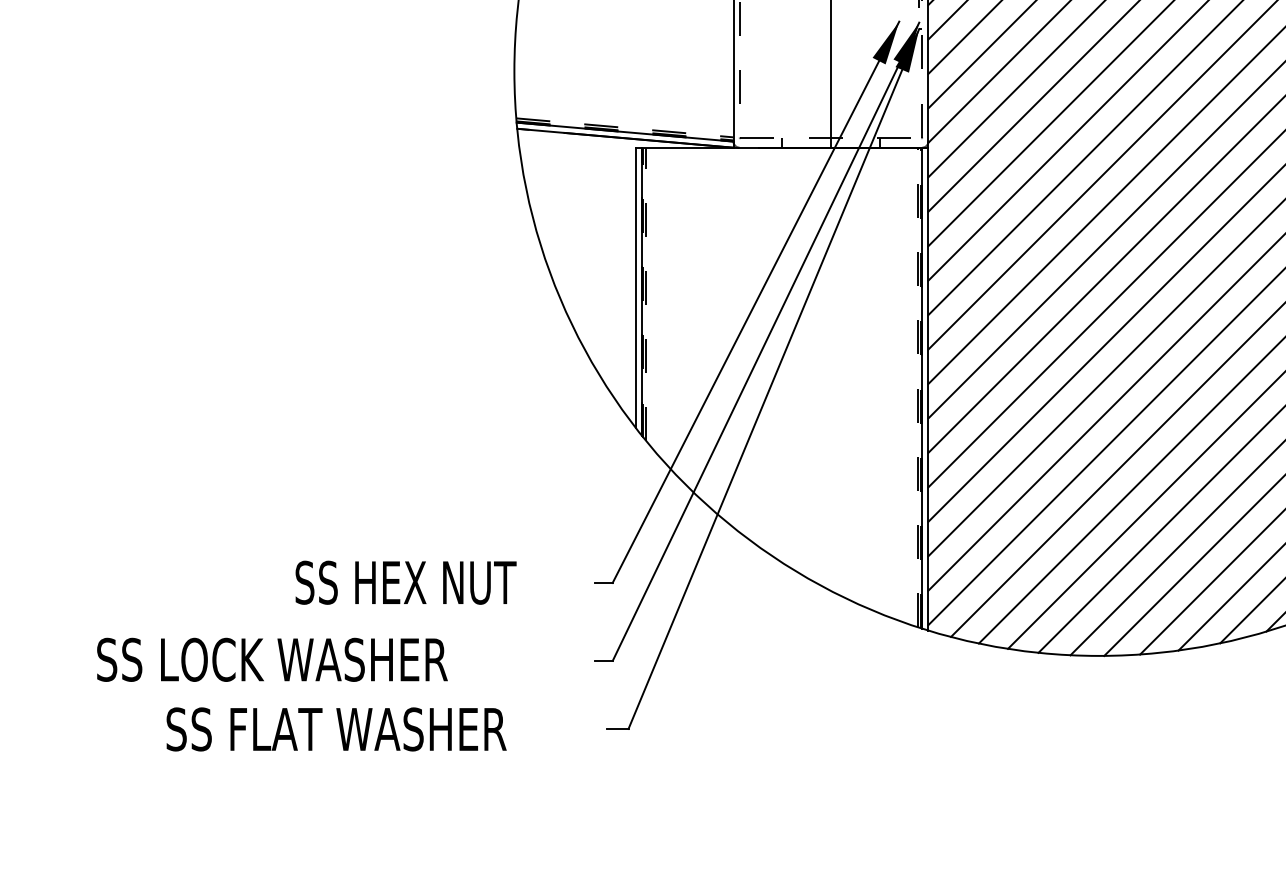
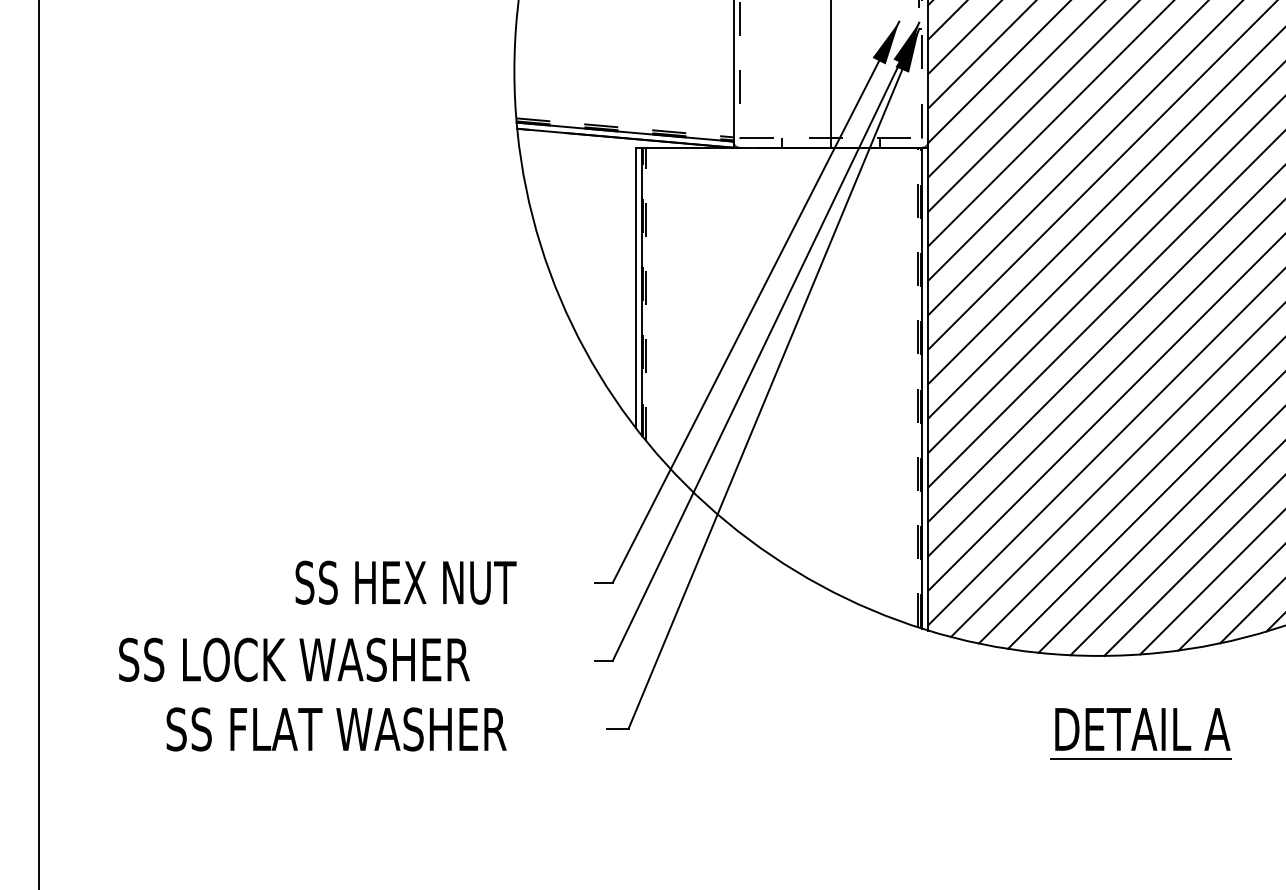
line at (38, 444): none -> present
text at (272, 659) position: (272, 659) -> (294, 659)
part at (1140, 733): none -> present
